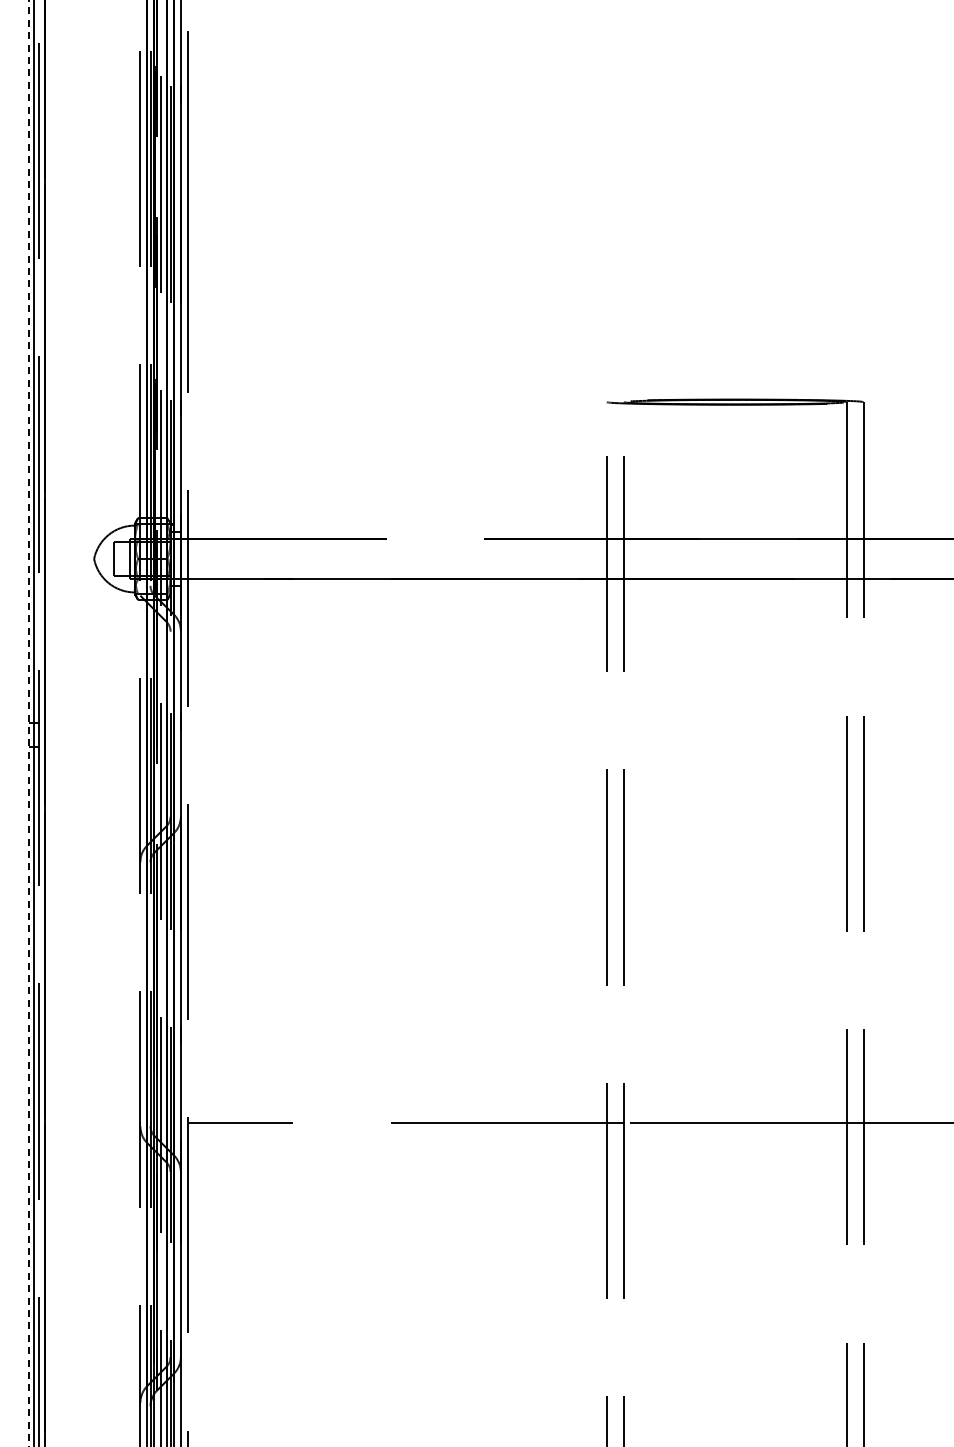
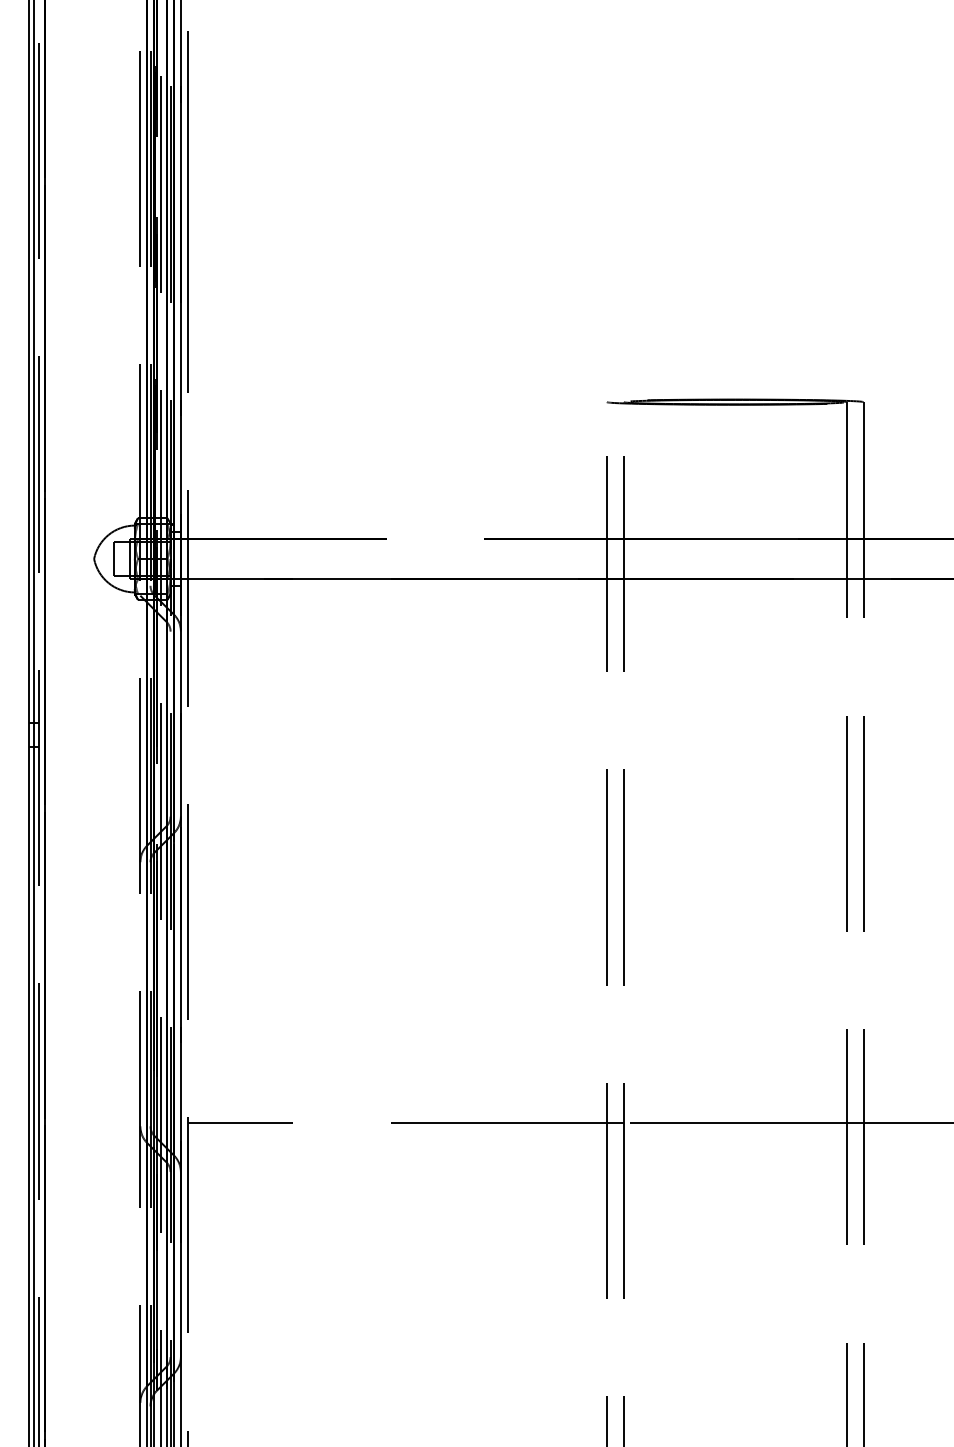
line at (28, 723): dashed -> solid
